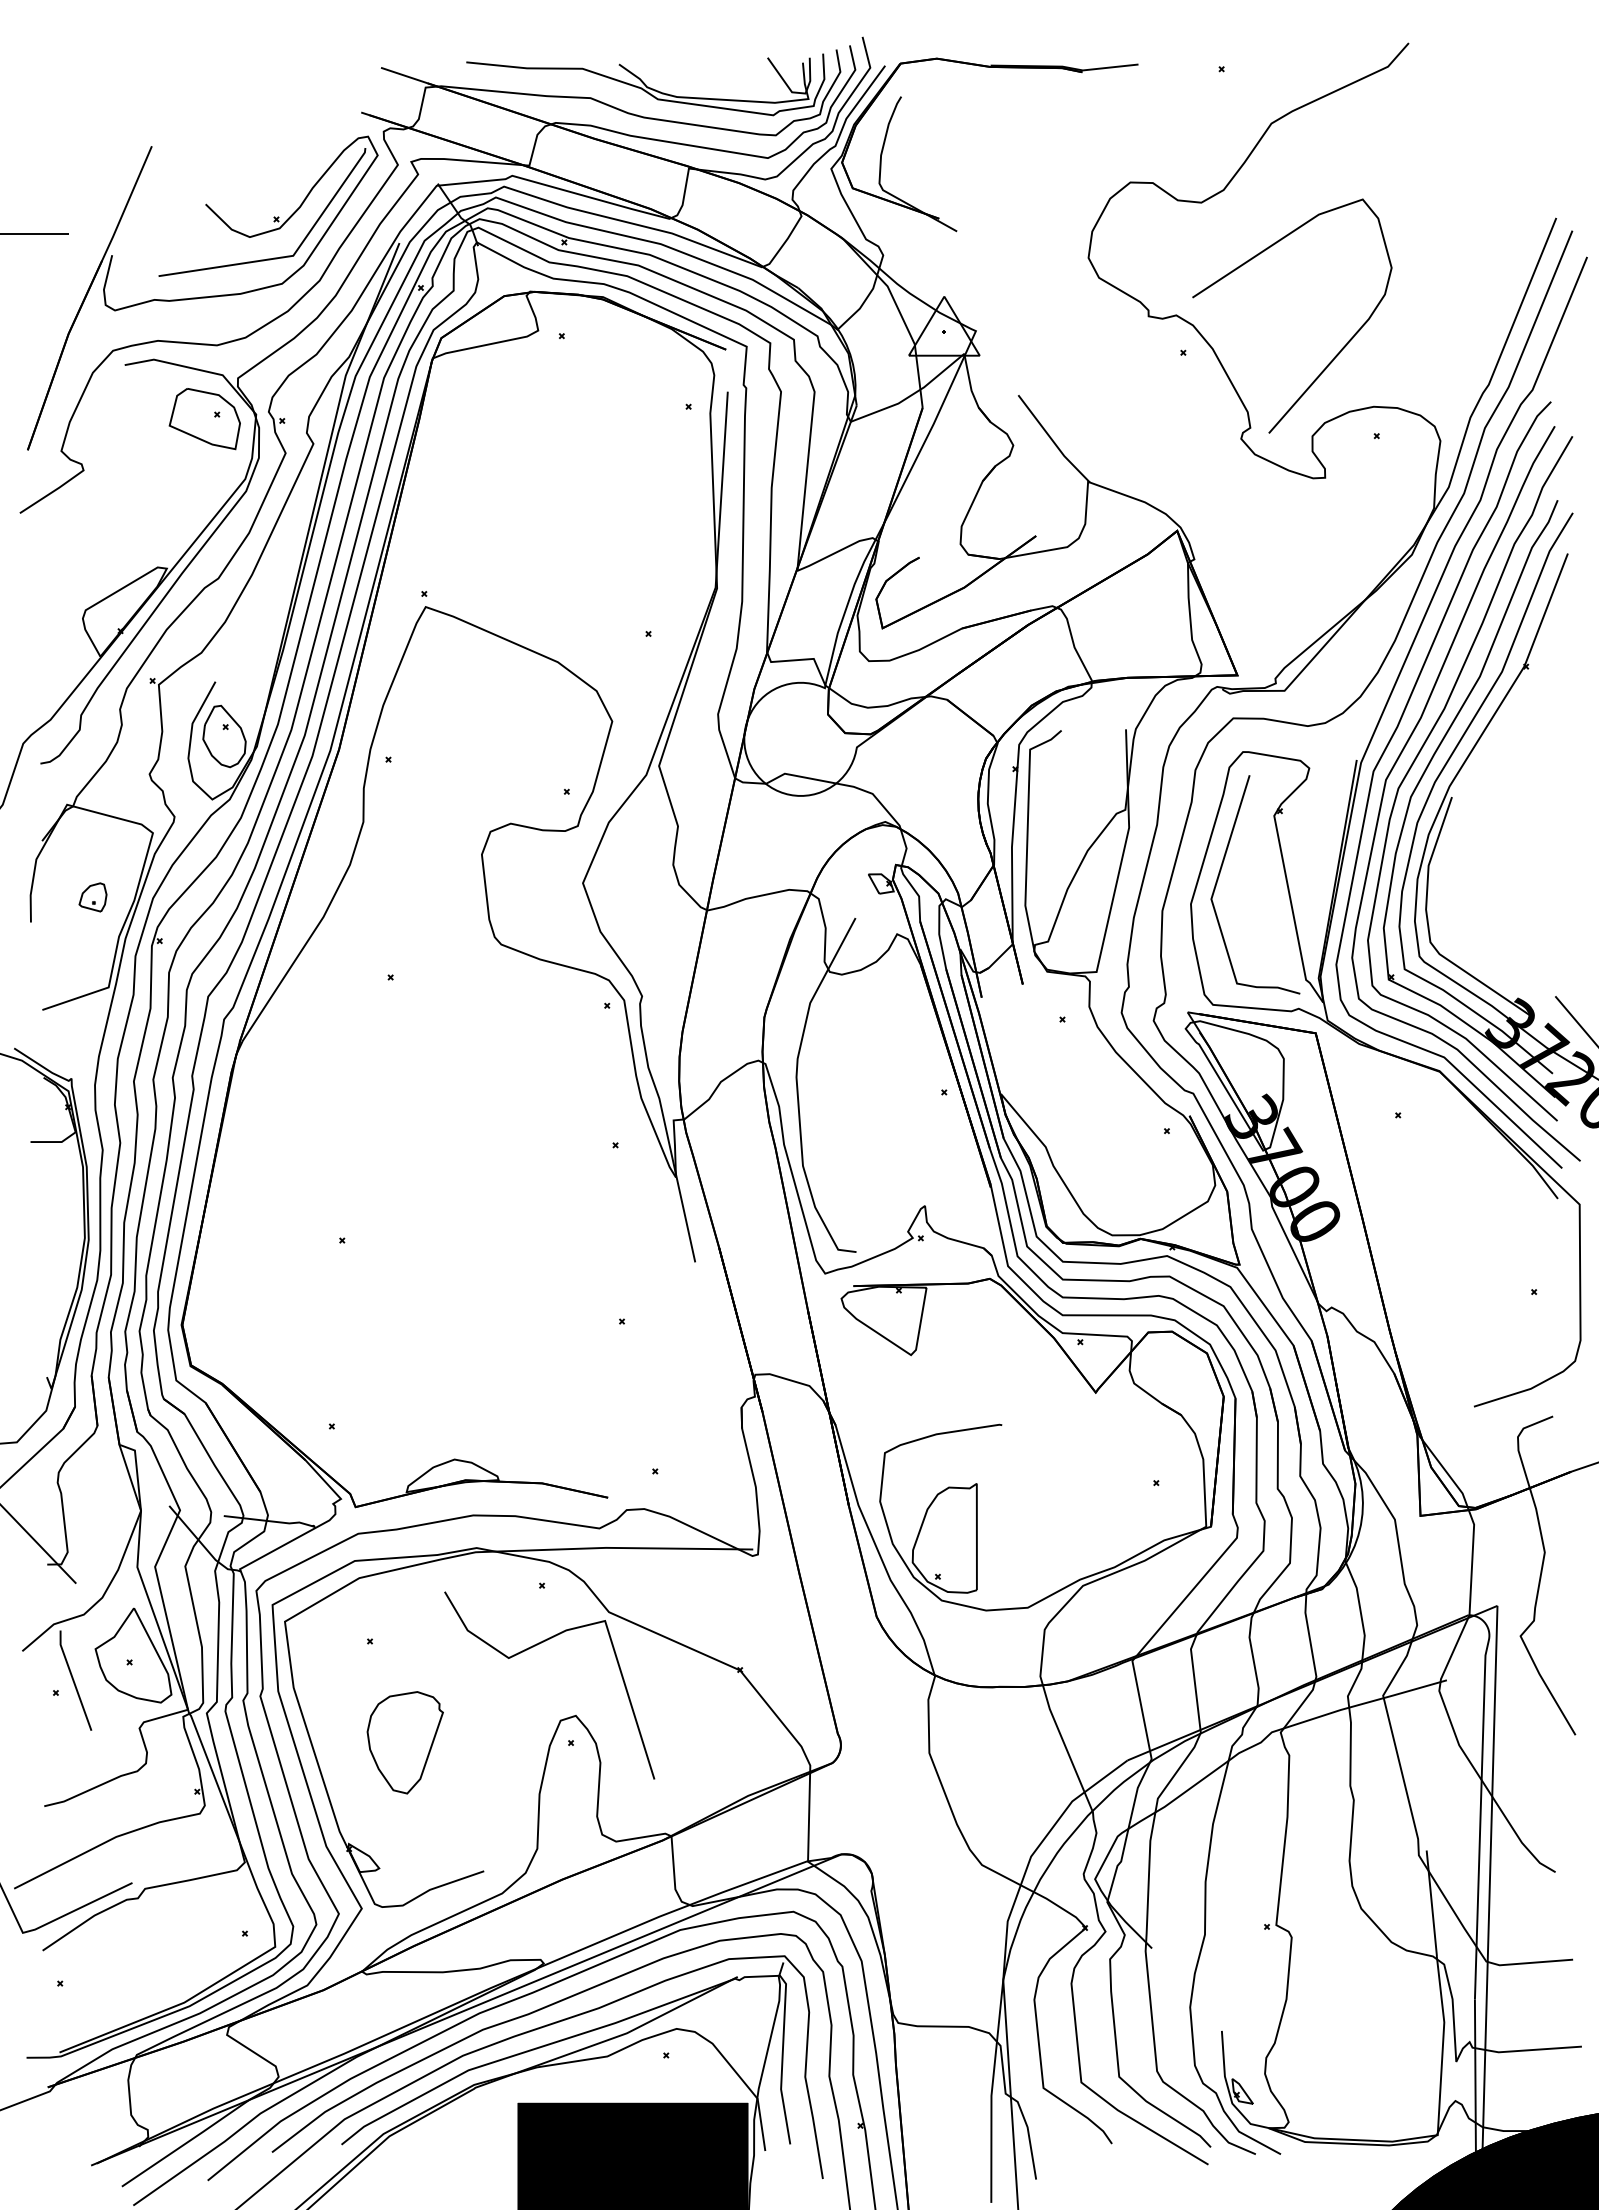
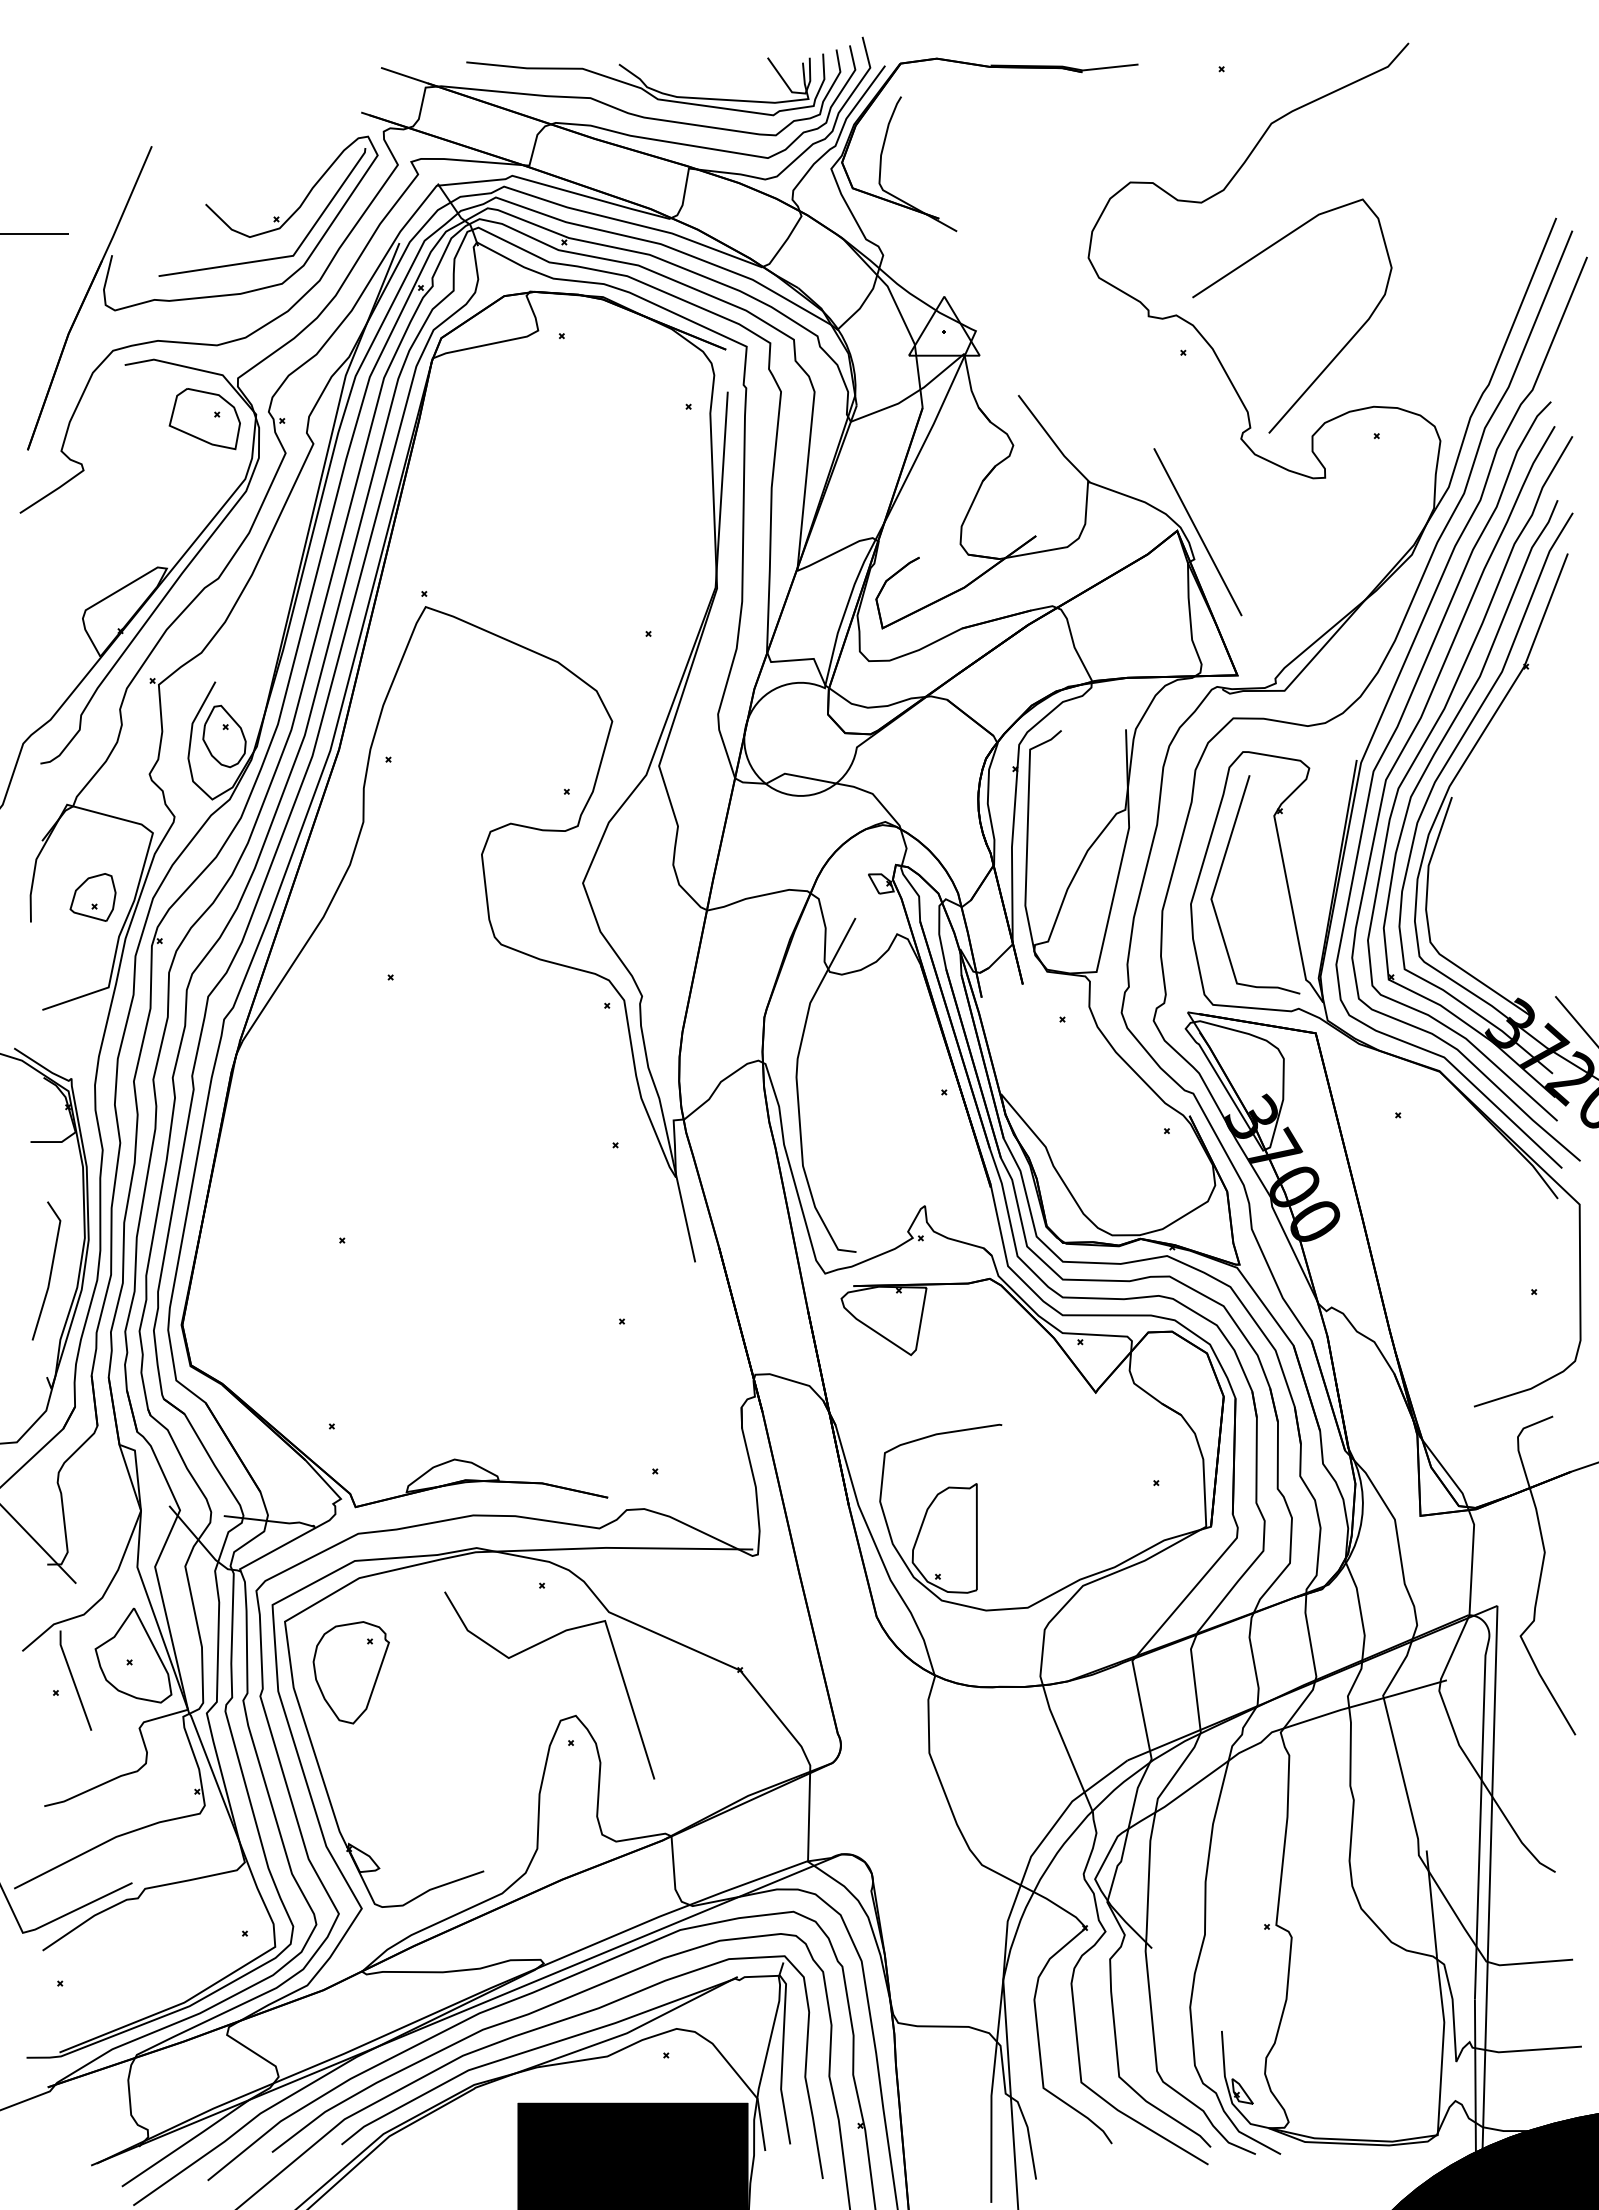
line at (1197, 532): none -> present
part at (92, 897) size: 30x31 px -> 48x49 px
line at (50, 1270): none -> present
part at (404, 1742) position: (404, 1742) -> (350, 1672)
